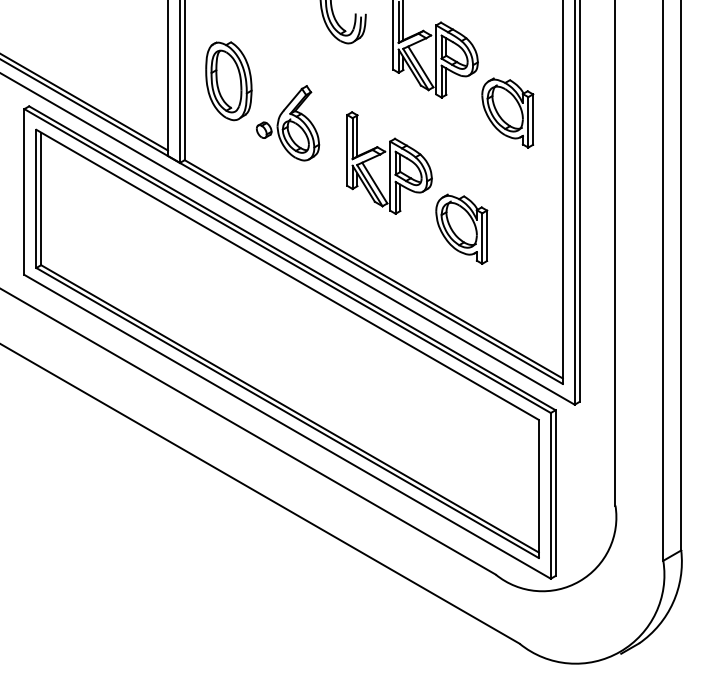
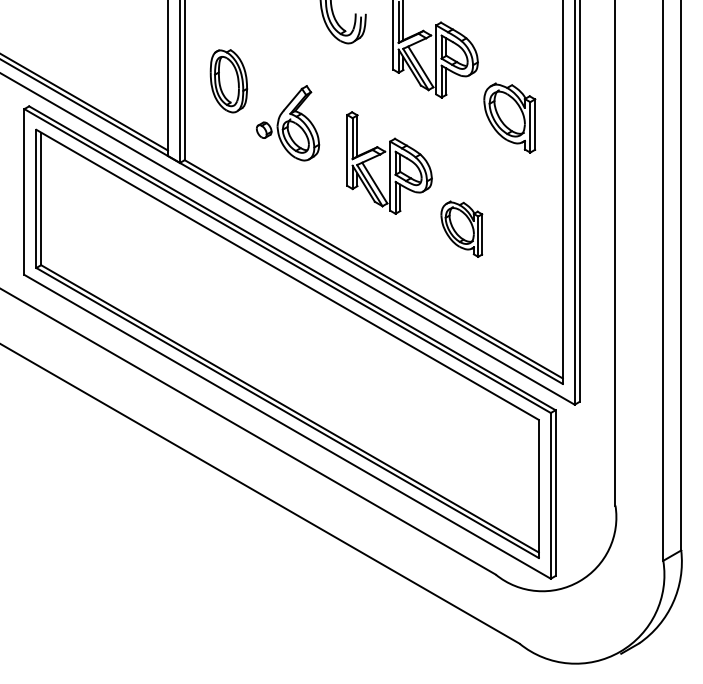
part at (228, 81) size: 48x81 px -> 40x65 px
part at (507, 112) position: (507, 112) -> (509, 117)
part at (461, 228) size: 54x72 px -> 44x58 px
